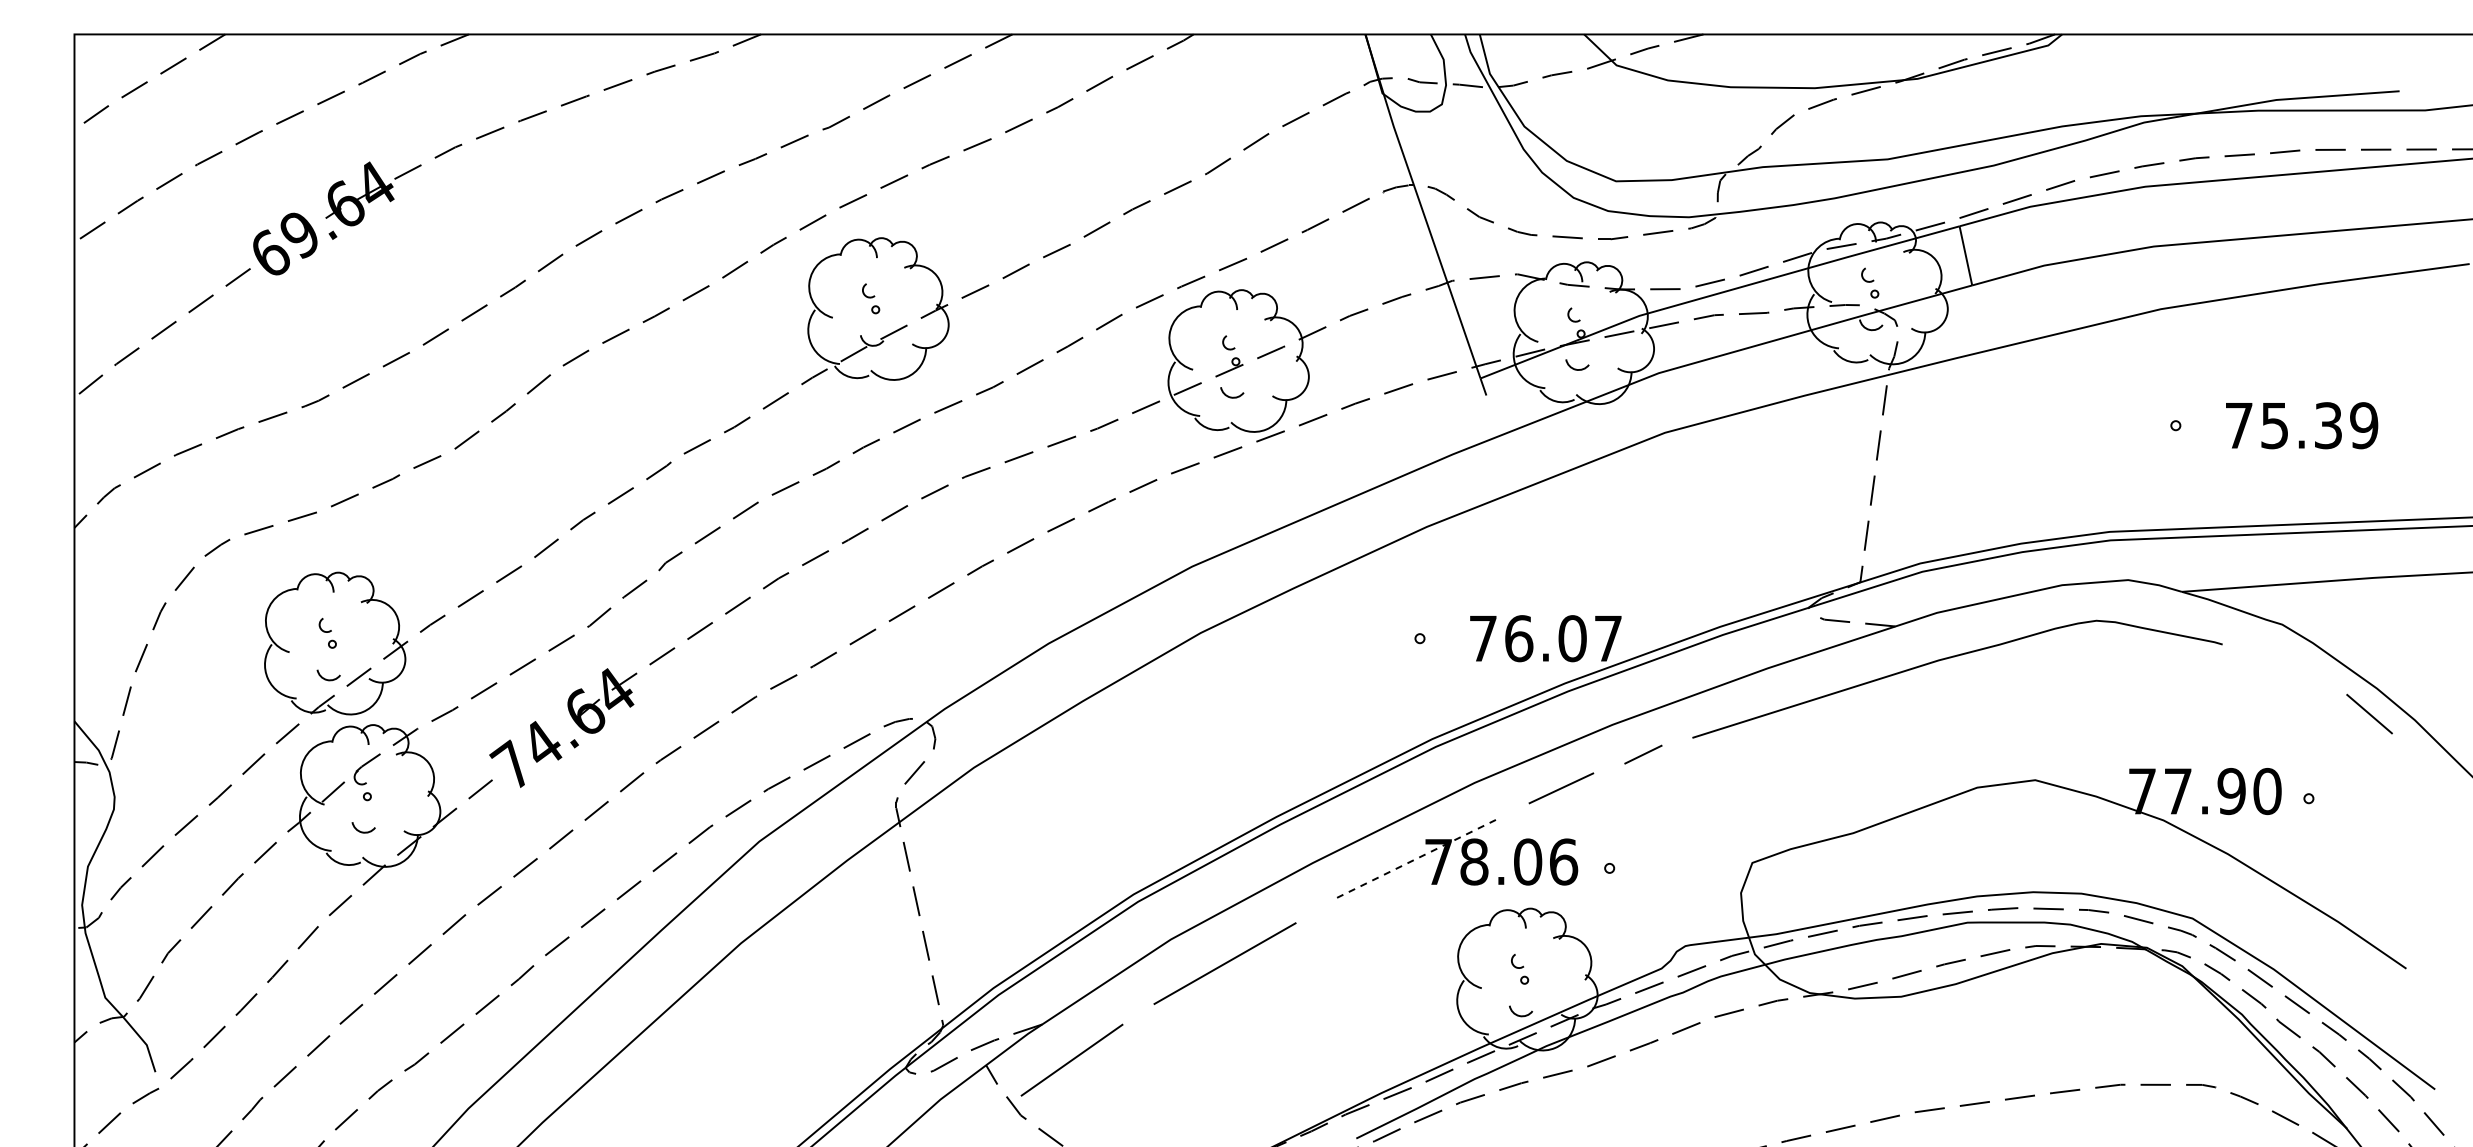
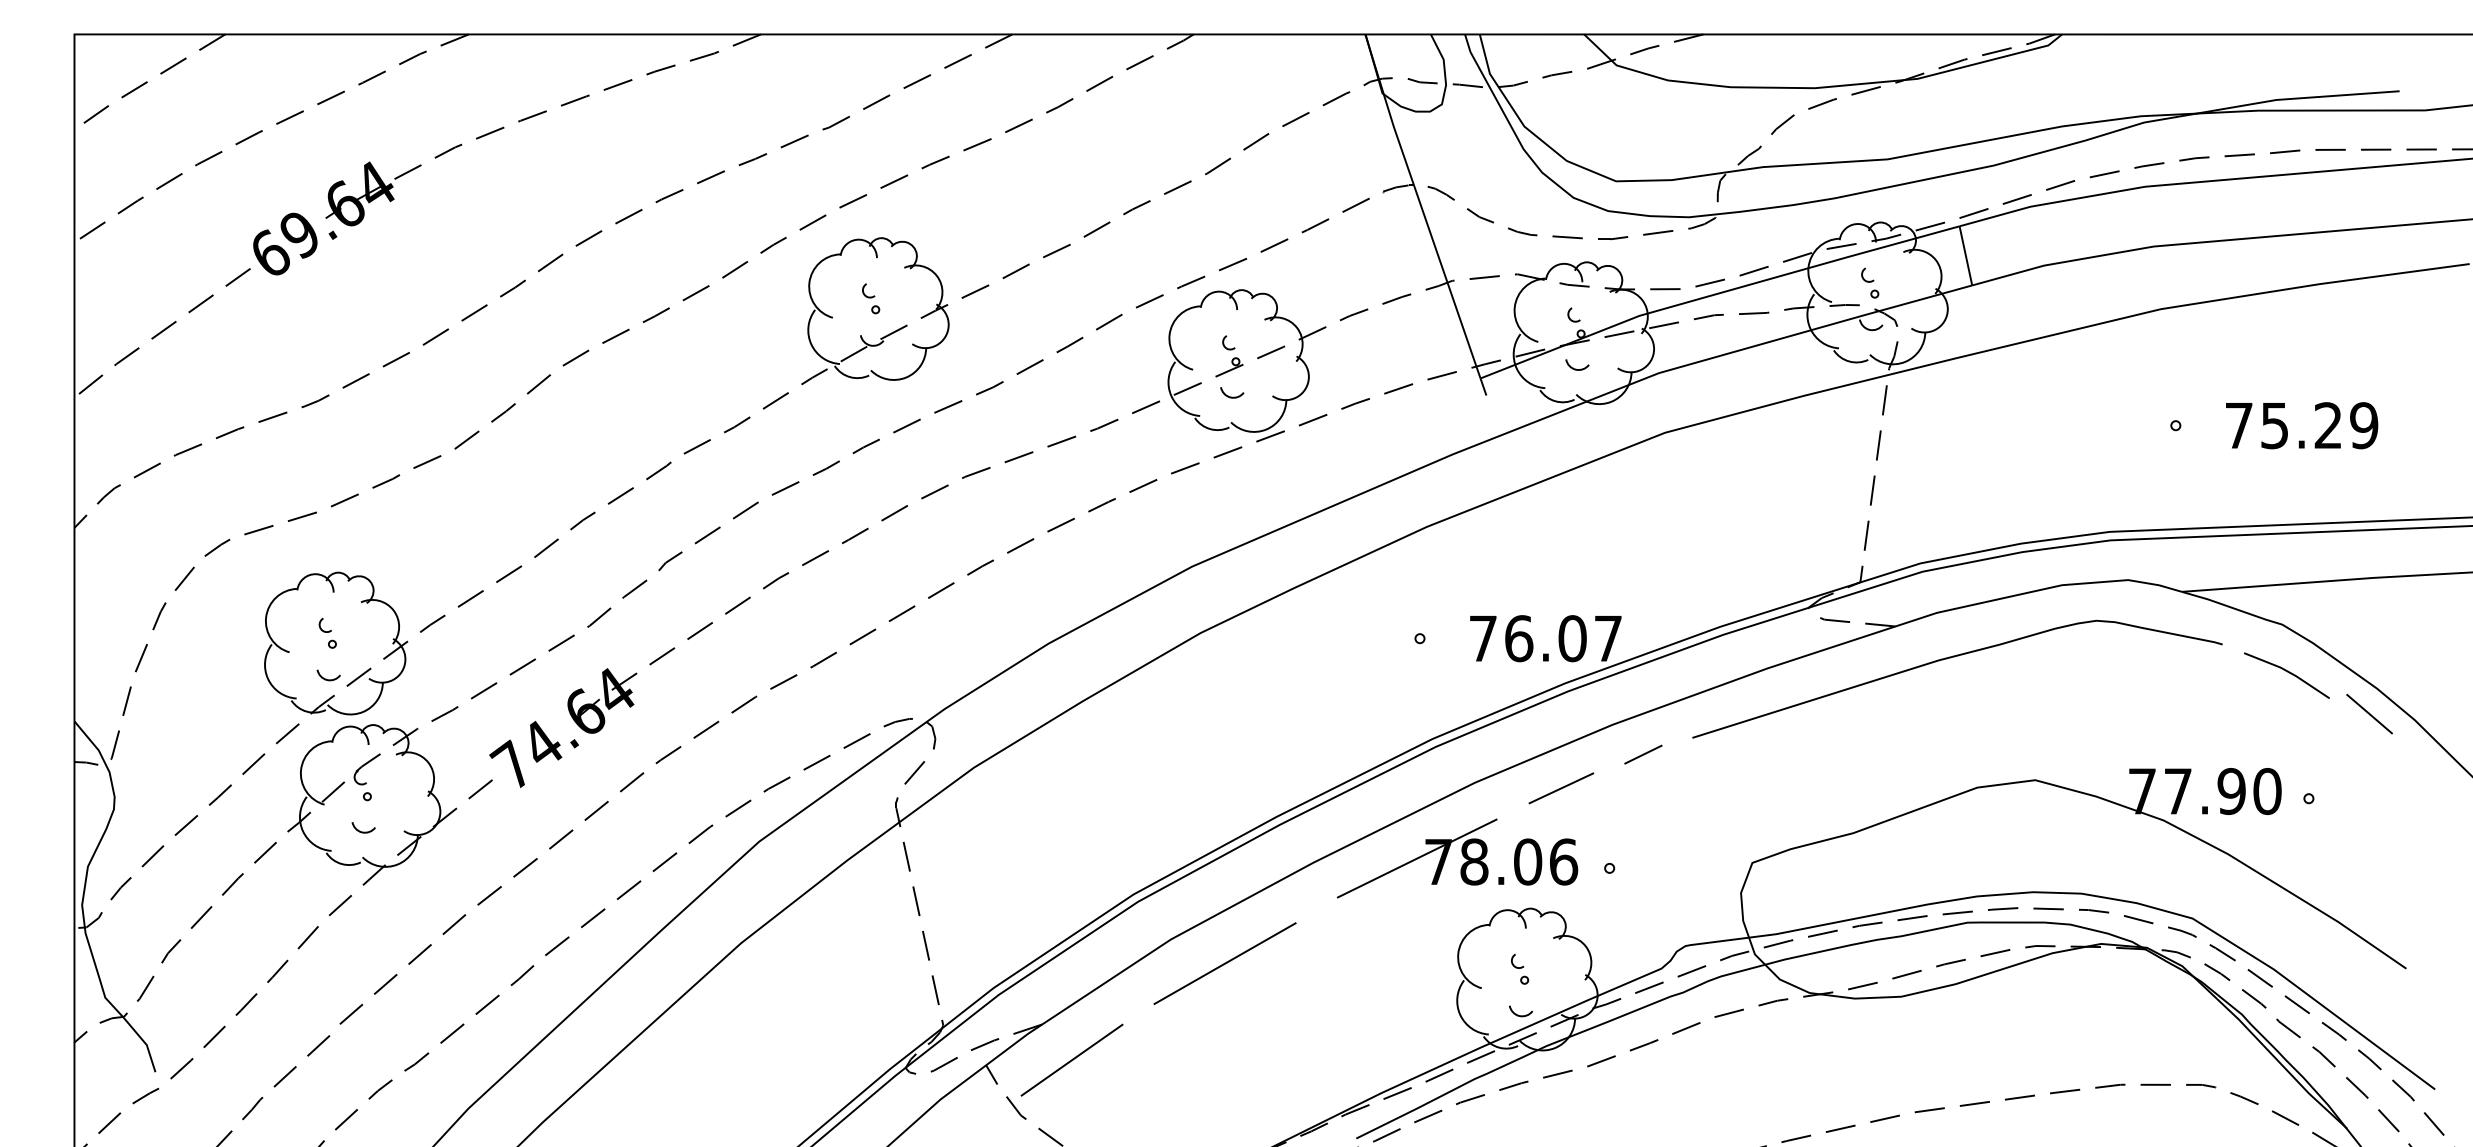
text at (2327, 425): 75.39 -> 75.29
line at (2287, 672): none -> present
line at (1417, 858): dashed -> solid
